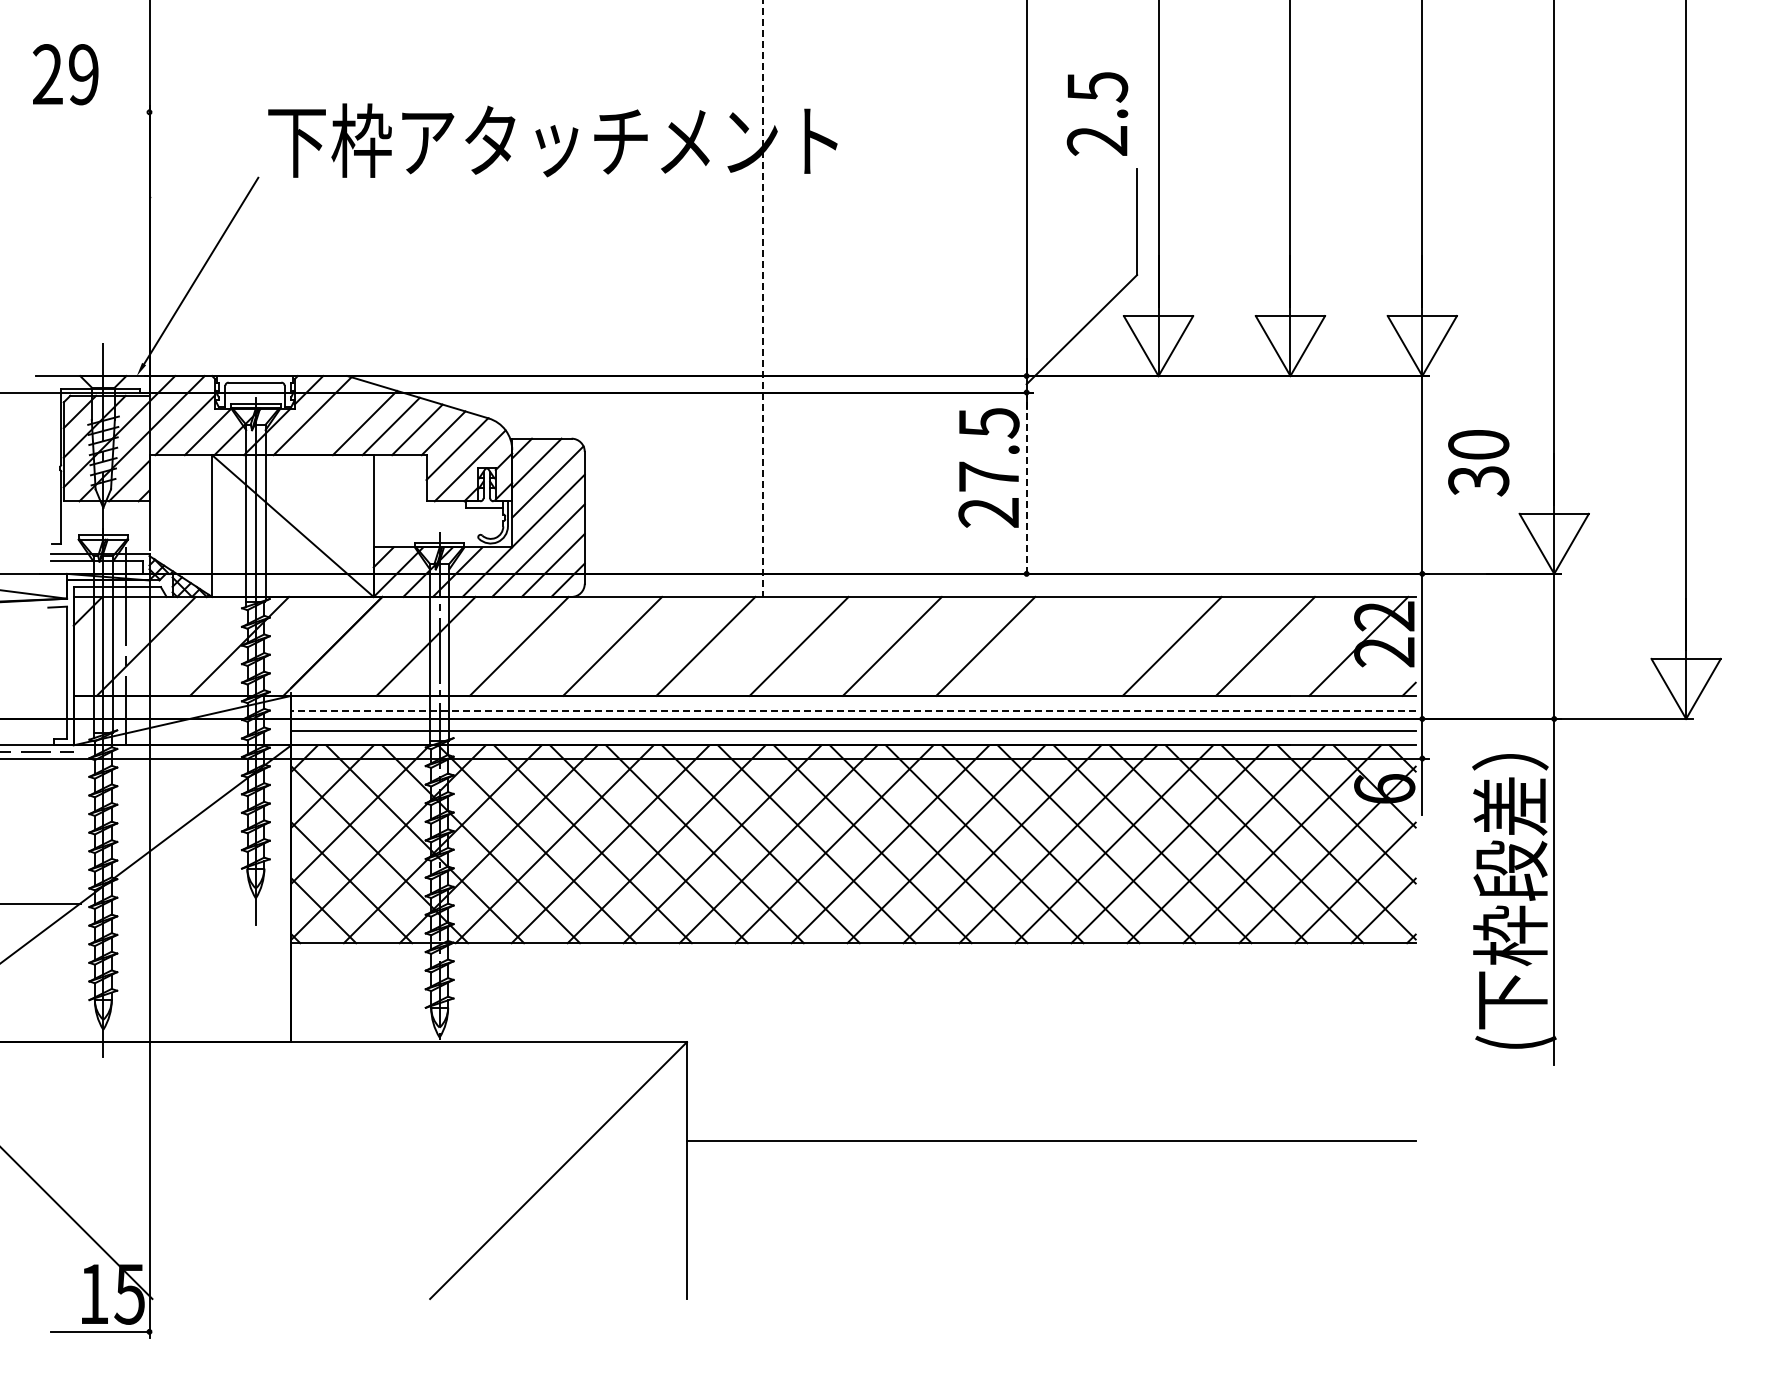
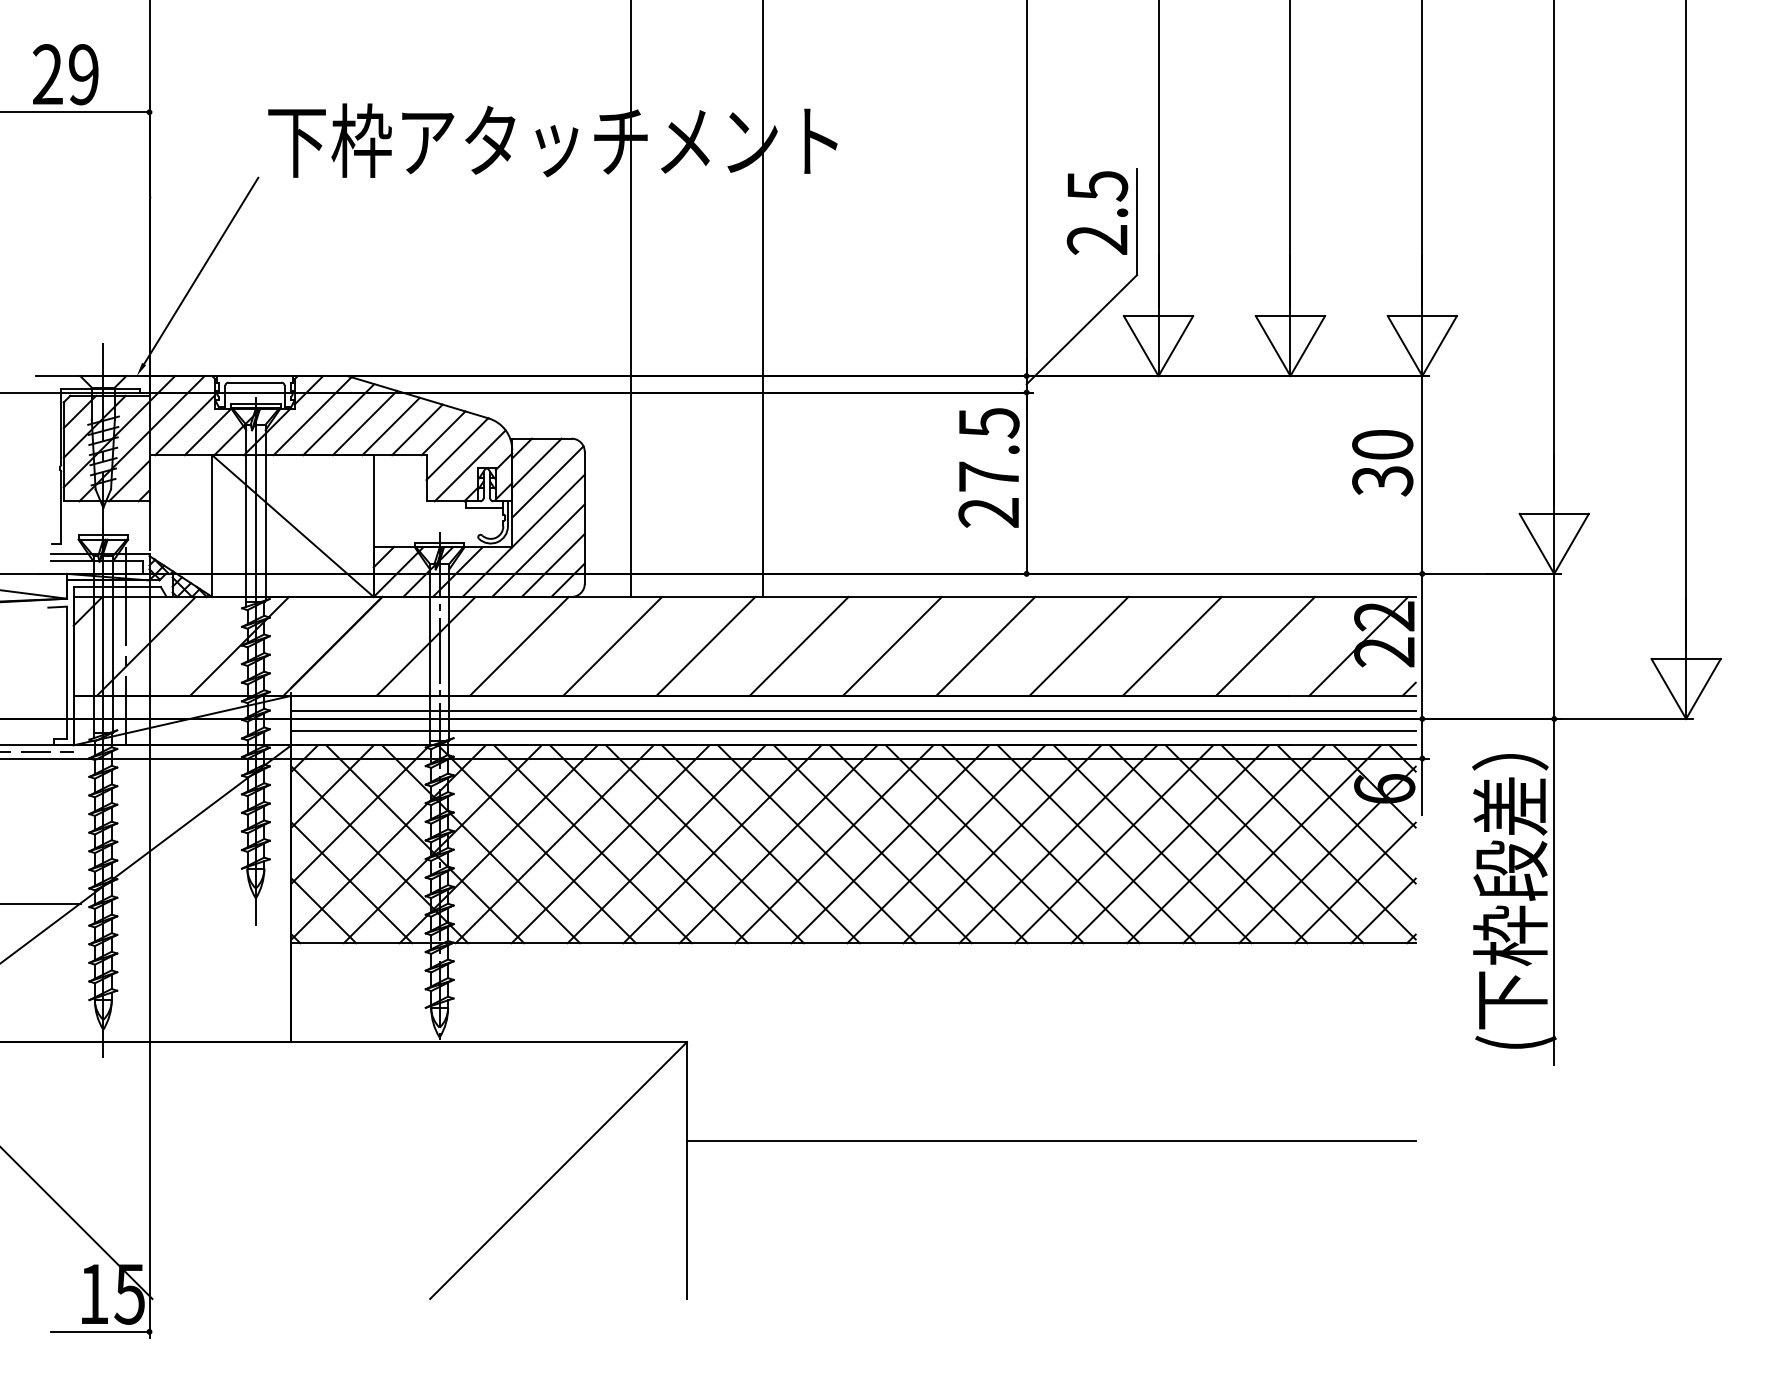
line at (75, 112): none -> present
text at (1097, 113) position: (1097, 113) -> (1097, 212)
line at (630, 299): none -> present
line at (762, 299): dashed -> solid
line at (338, 419): none -> present
text at (1478, 463) position: (1478, 463) -> (1382, 463)
line at (1026, 483): dashed -> solid
line at (1078, 645): none -> present
line at (853, 710): dashed -> solid
